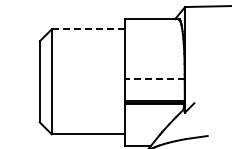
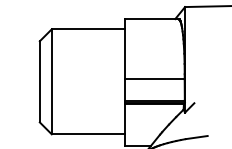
line at (88, 29): dashed -> solid
line at (154, 79): dashed -> solid
